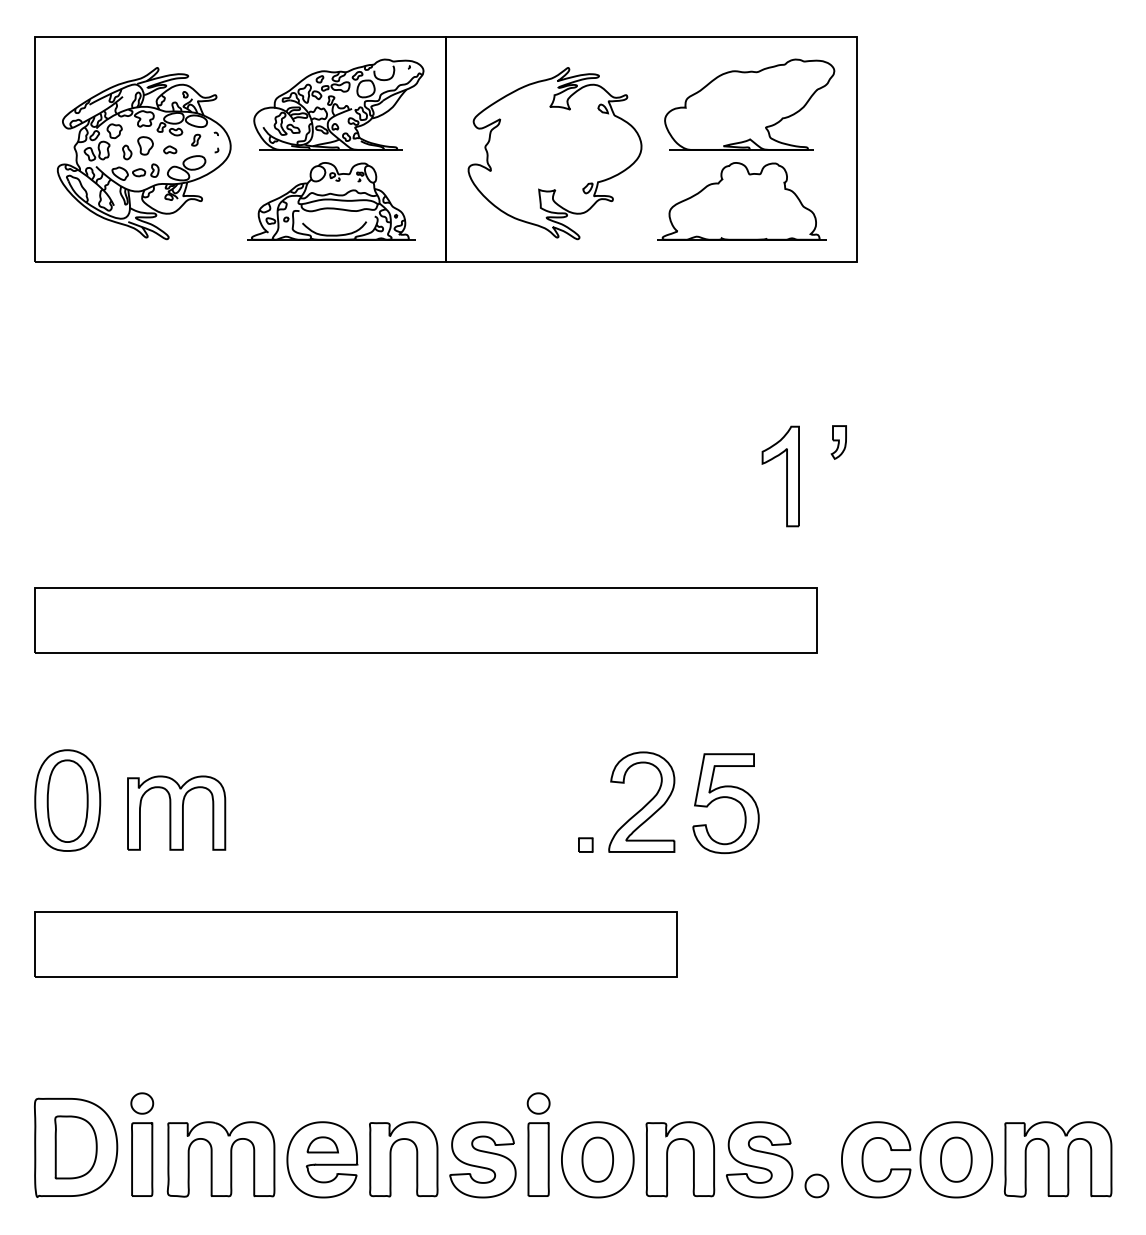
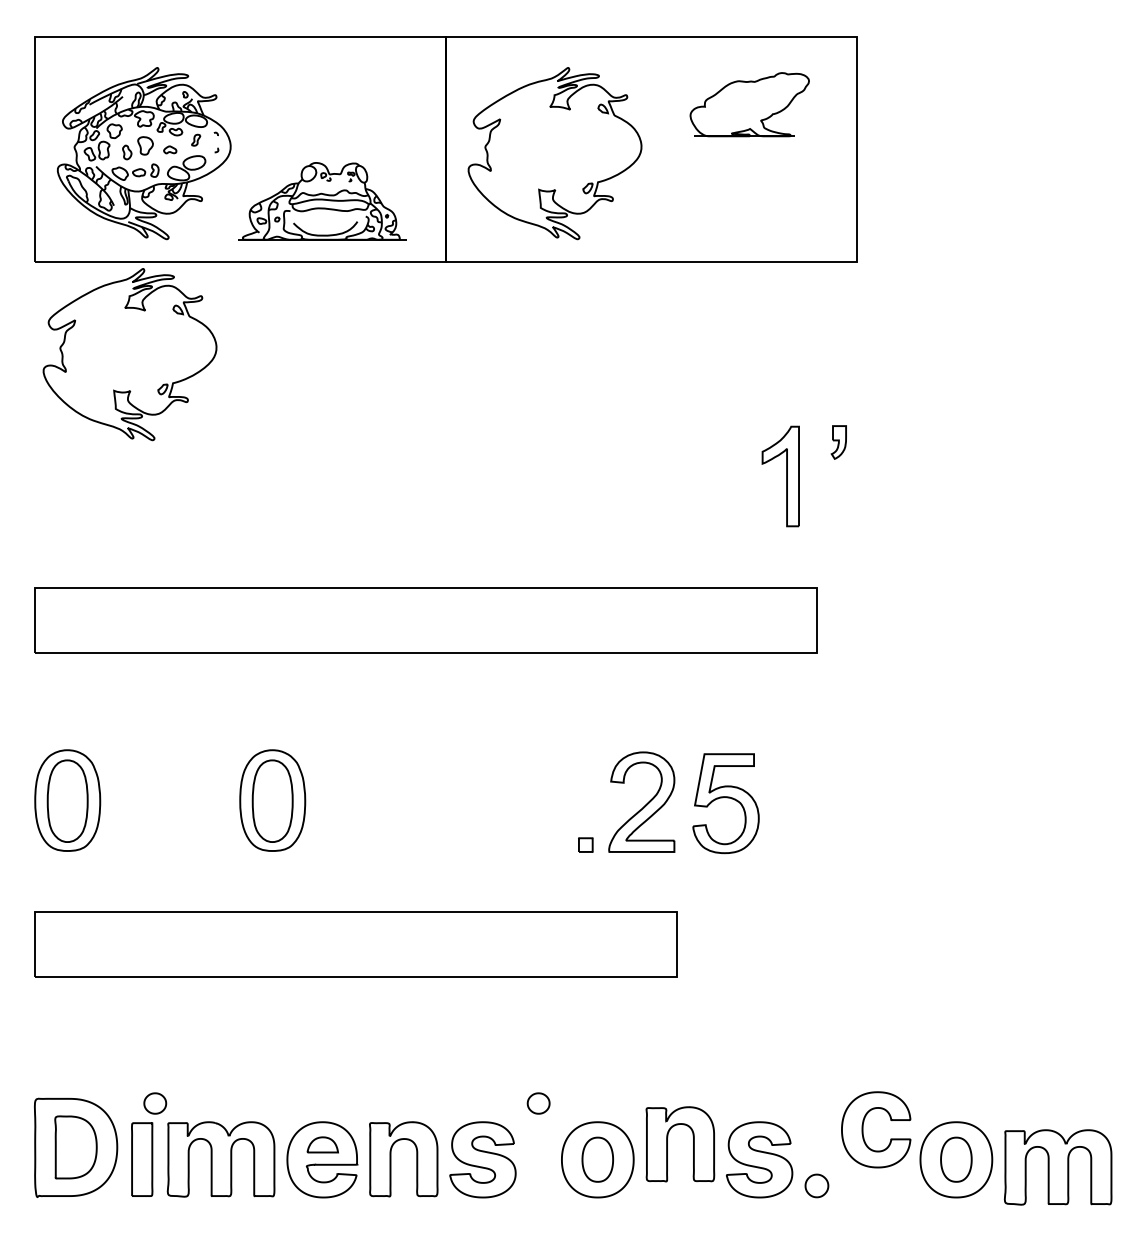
part at (338, 104): present -> none
part at (749, 104) size: 172x93 px -> 121x66 px
part at (331, 201) position: (331, 201) -> (322, 201)
part at (741, 201): present -> none
part at (129, 354): none -> present
part at (272, 800): none -> present
part at (176, 812): present -> none
part at (142, 1103) position: (142, 1103) -> (155, 1103)
part at (538, 1159): present -> none
part at (667, 1159) position: (667, 1159) -> (667, 1144)
part at (863, 1159) position: (863, 1159) -> (863, 1129)
part at (1058, 1159) position: (1058, 1159) -> (1058, 1167)
